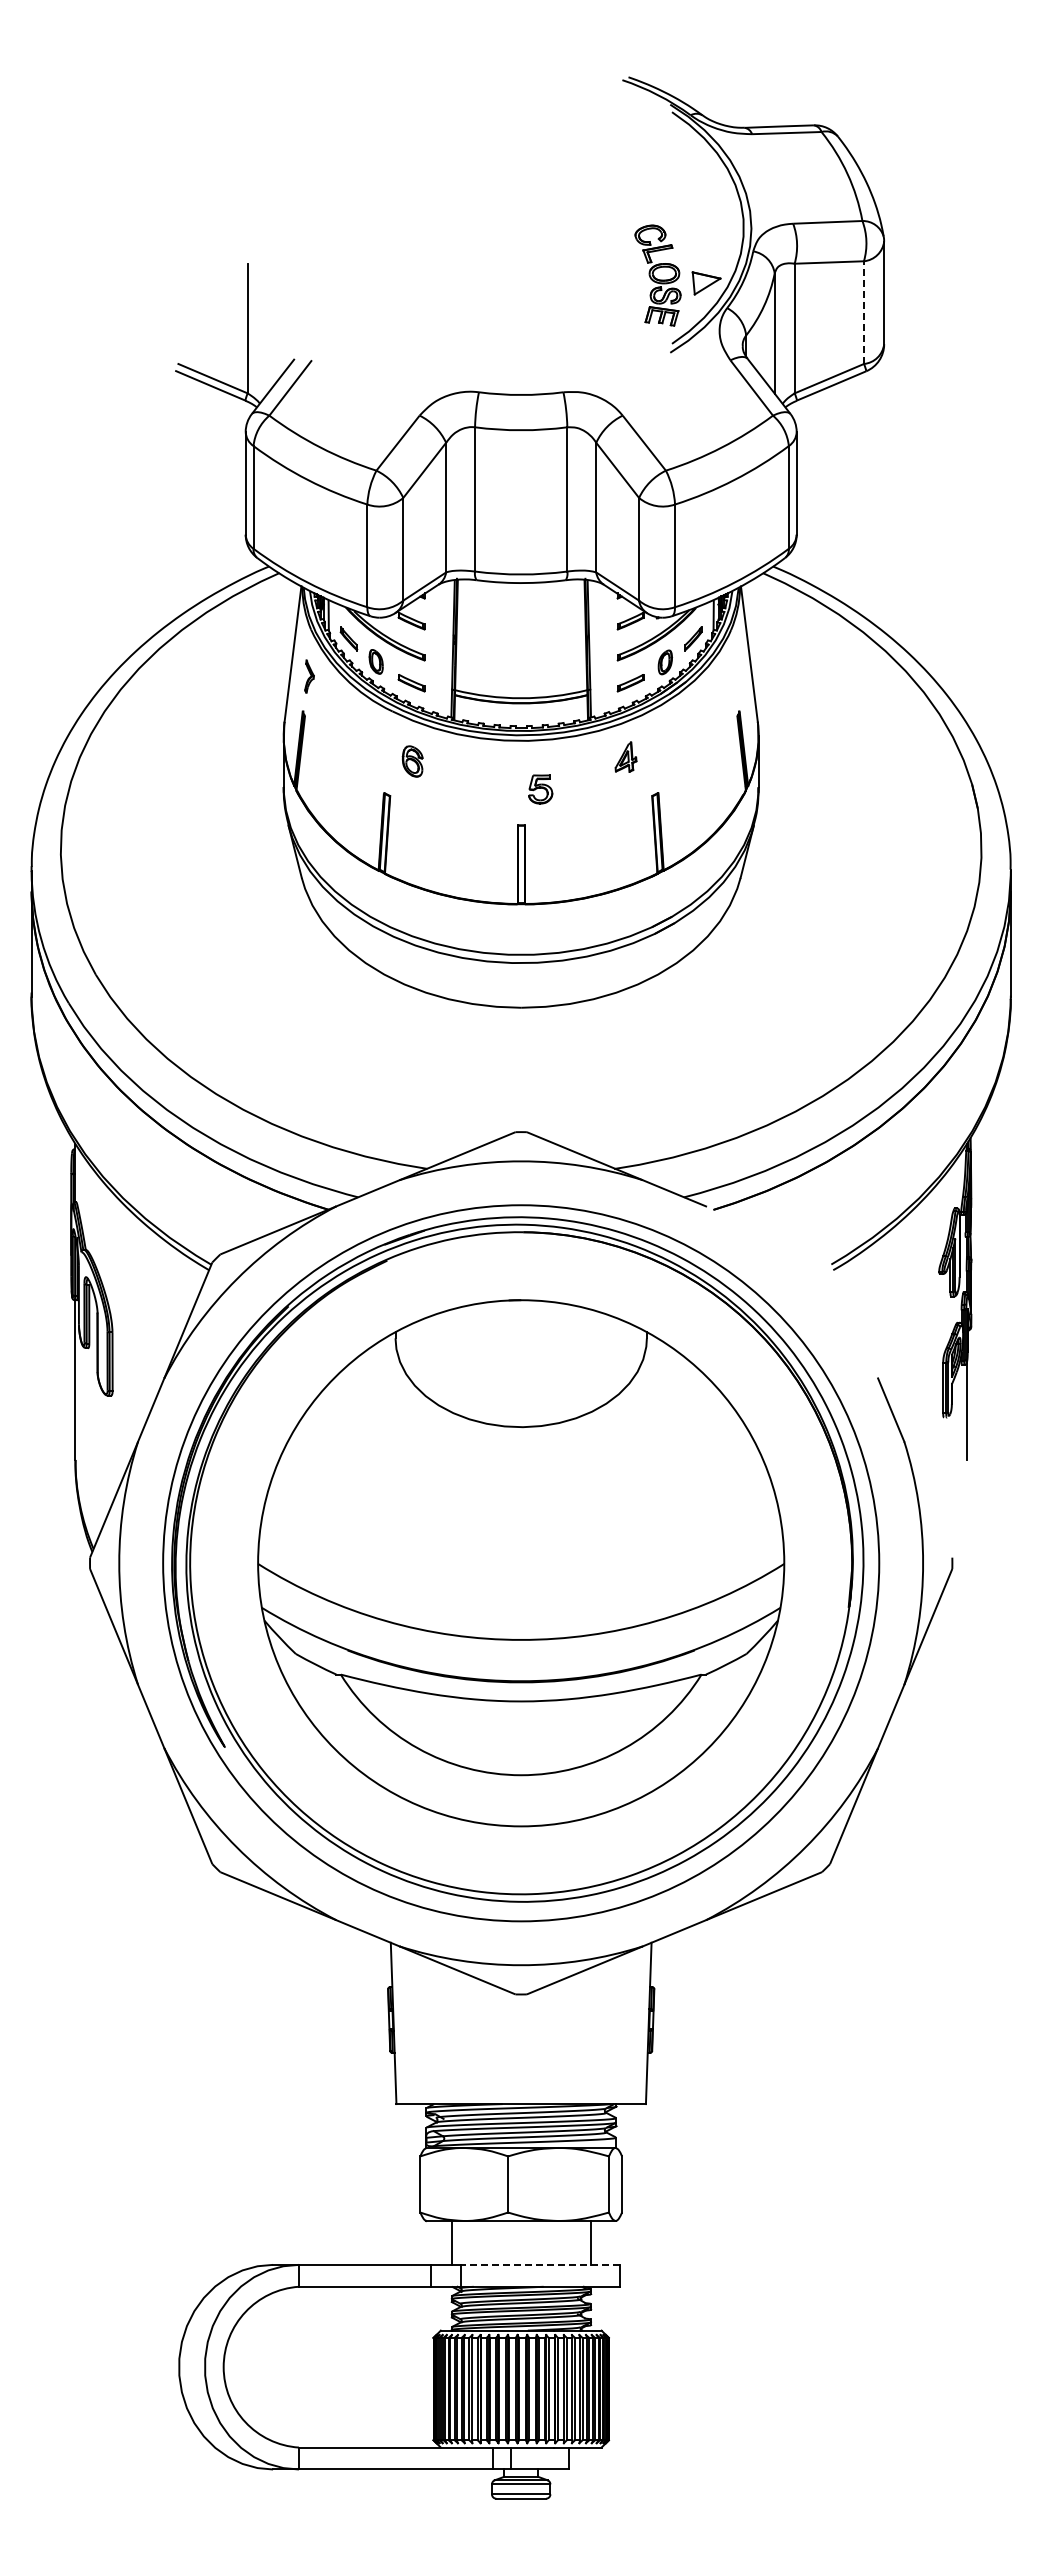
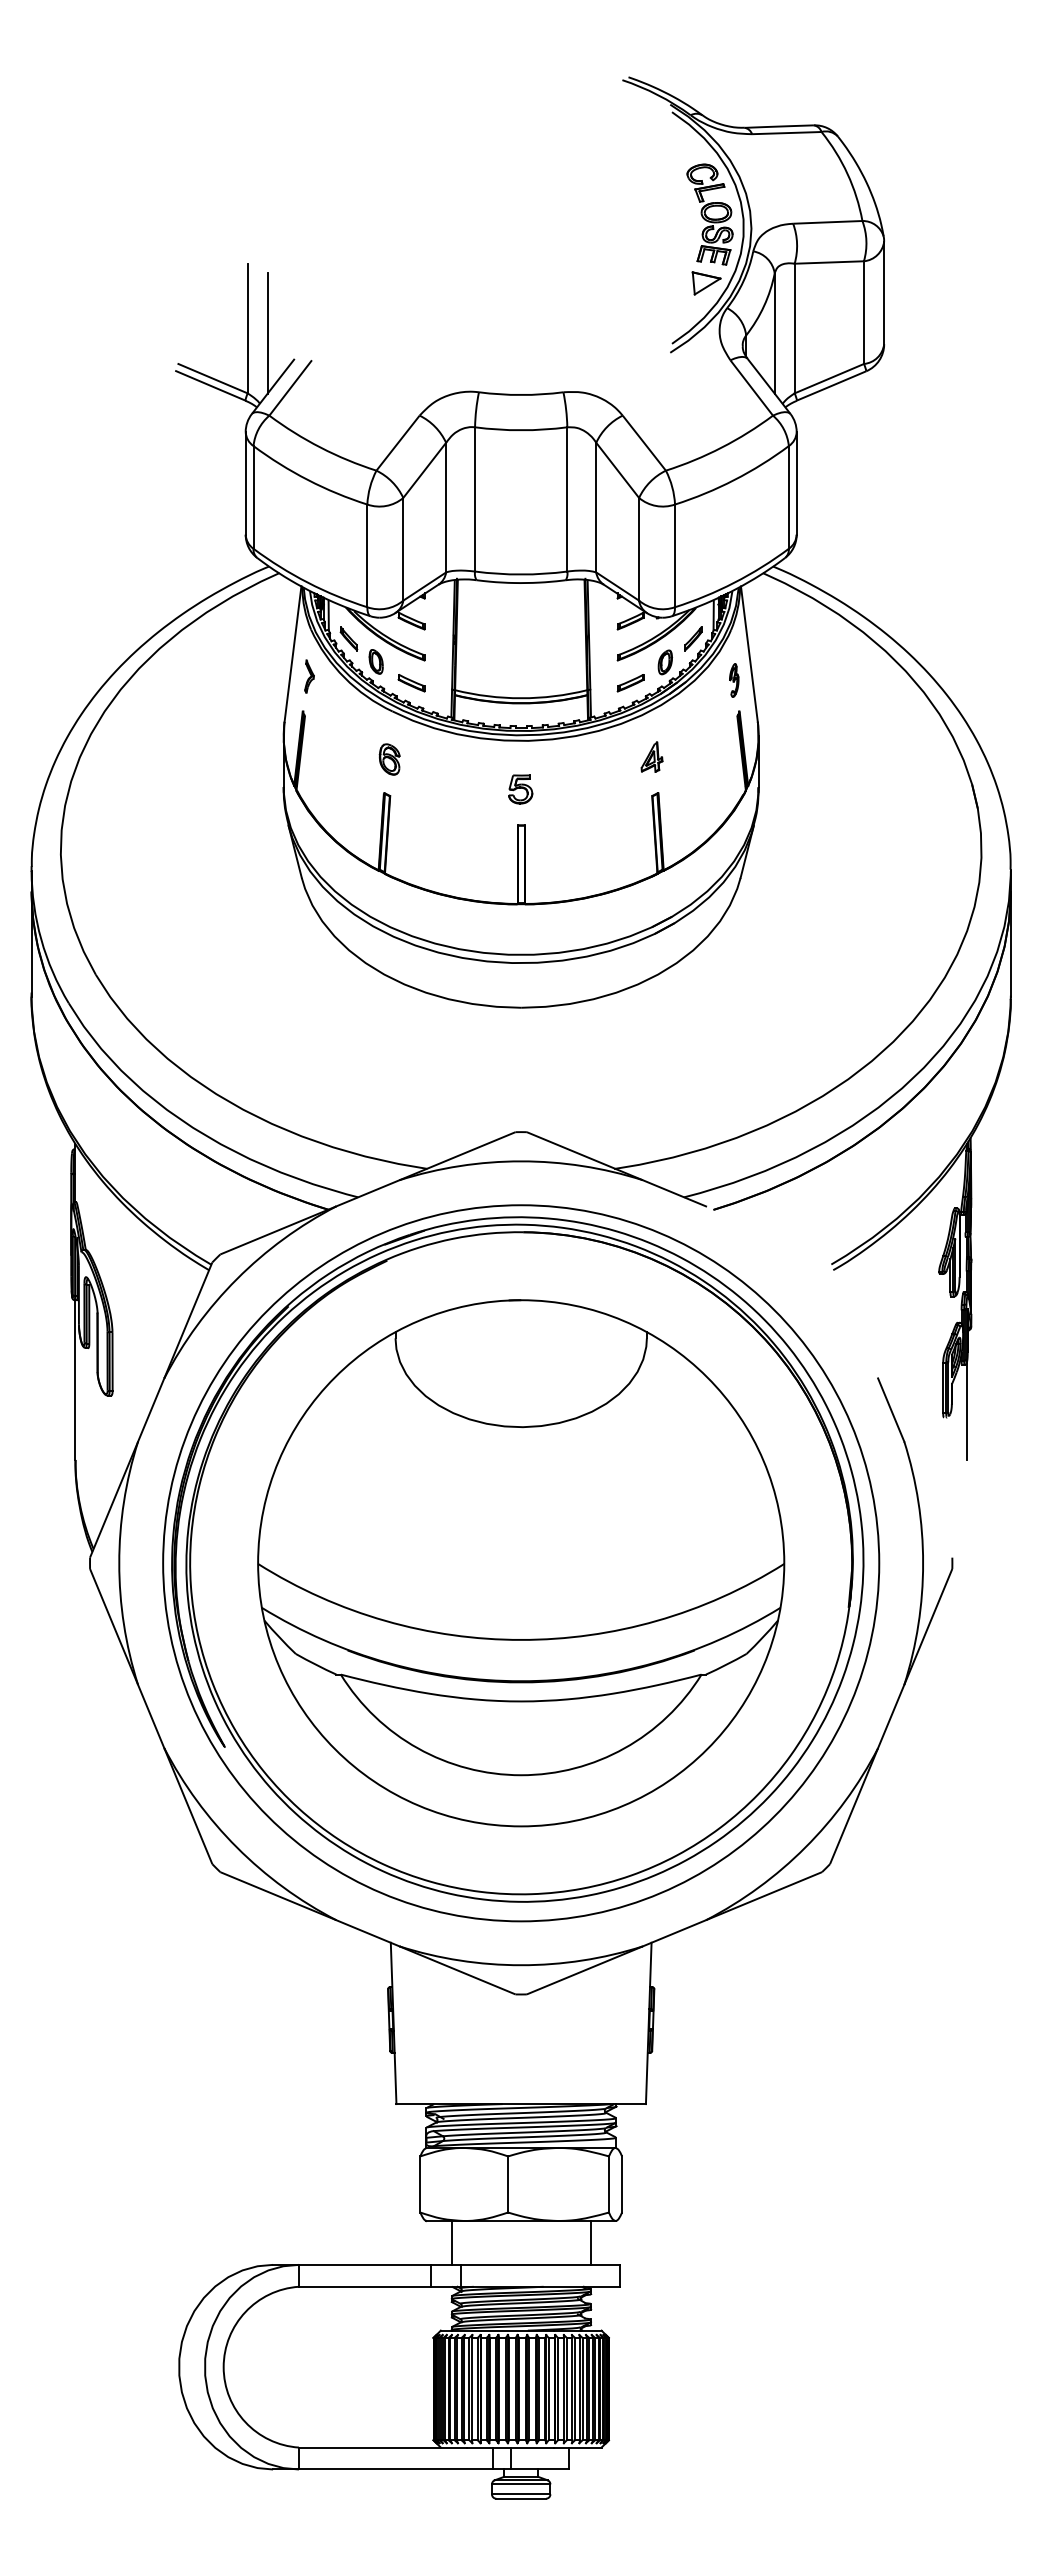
part at (657, 275) position: (657, 275) -> (709, 214)
line at (863, 312): dashed -> solid
line at (267, 333): none -> present
part at (734, 680): none -> present
part at (625, 756) position: (625, 756) -> (651, 756)
part at (412, 761) position: (412, 761) -> (389, 759)
part at (540, 789) position: (540, 789) -> (520, 789)
line at (540, 2264): dashed -> solid
